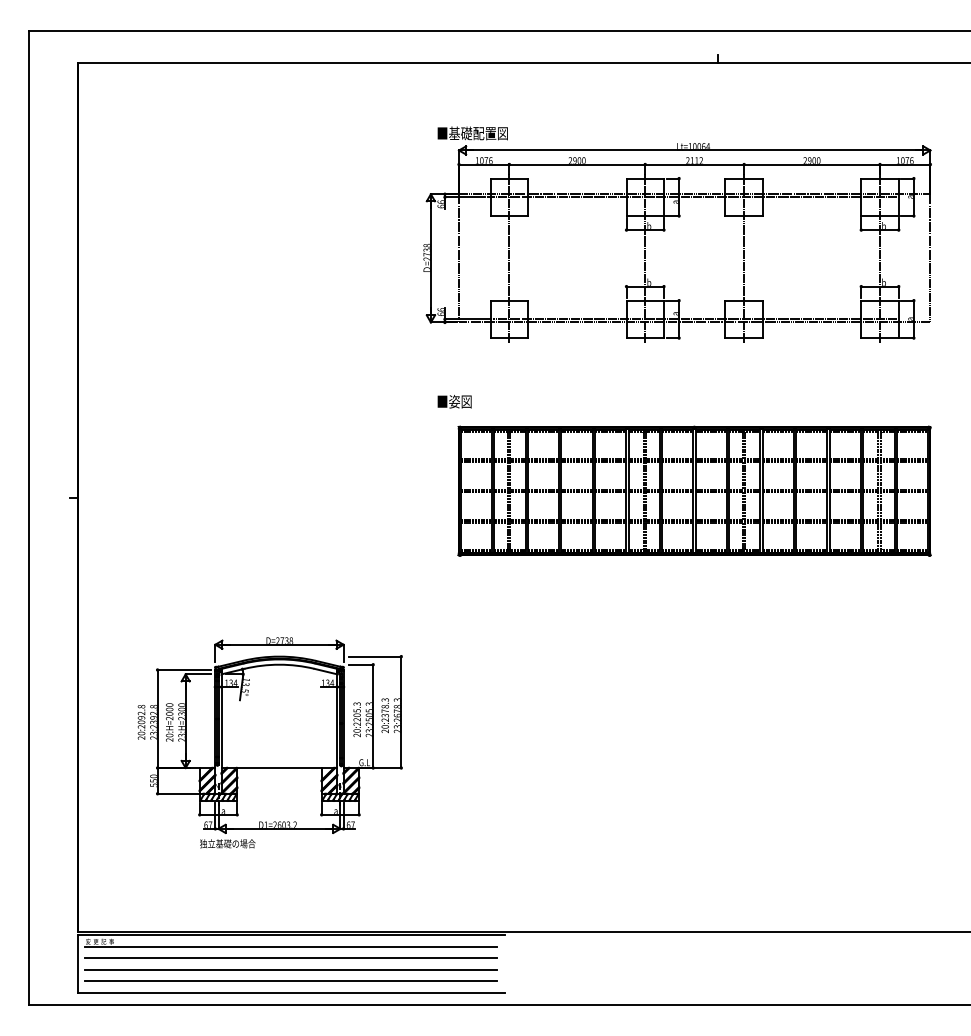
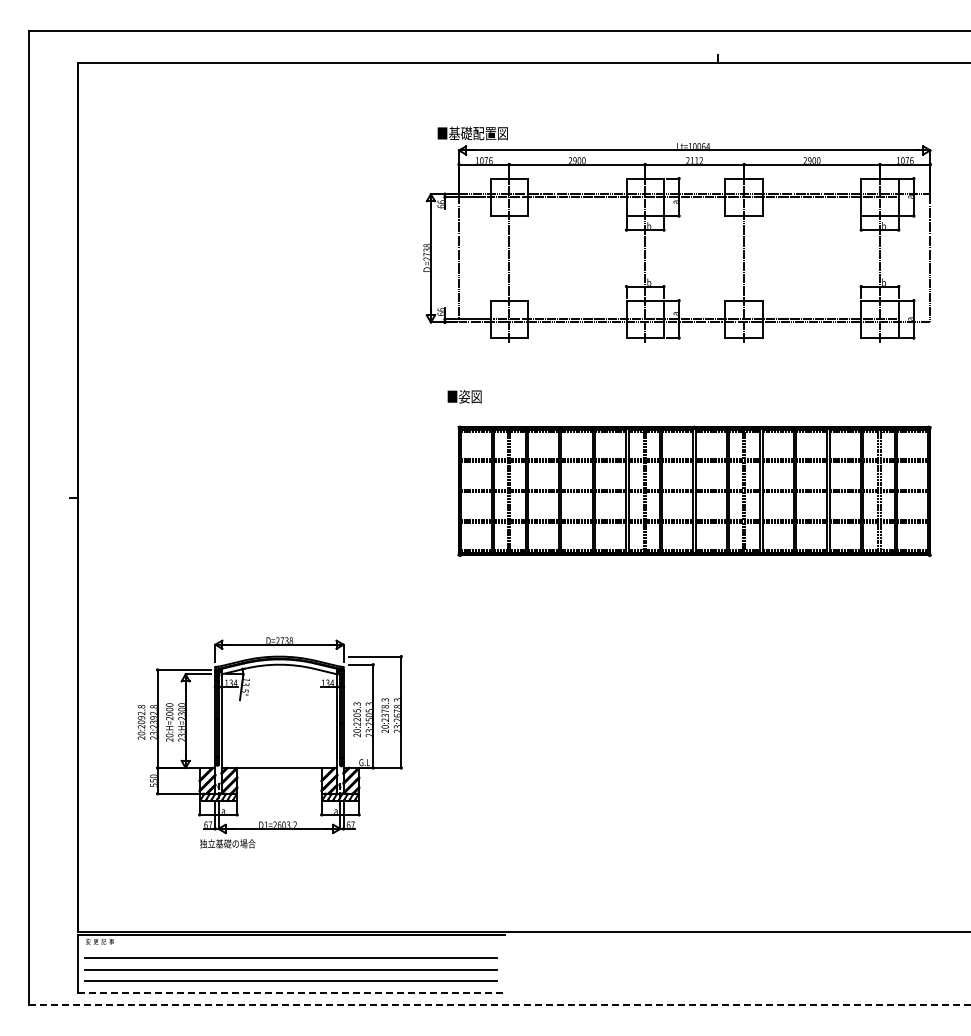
text at (454, 401) position: (454, 401) -> (464, 396)
line at (290, 946): present -> none
line at (292, 992): solid -> dashed
line at (500, 1004): solid -> dashed
